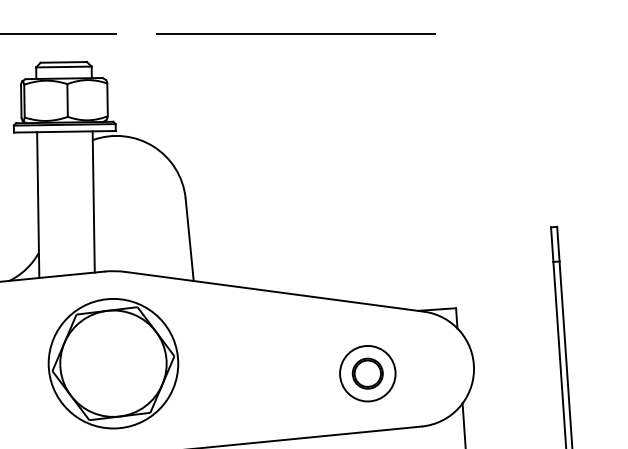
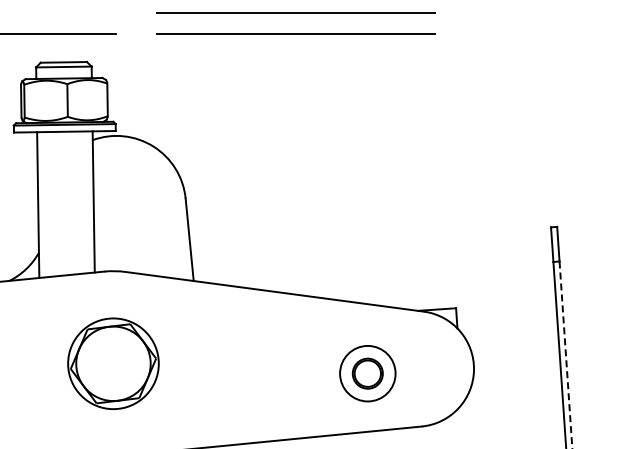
line at (295, 12): none -> present
line at (565, 355): solid -> dashed
part at (113, 363) size: 133x132 px -> 93x93 px
line at (463, 424): present -> none
